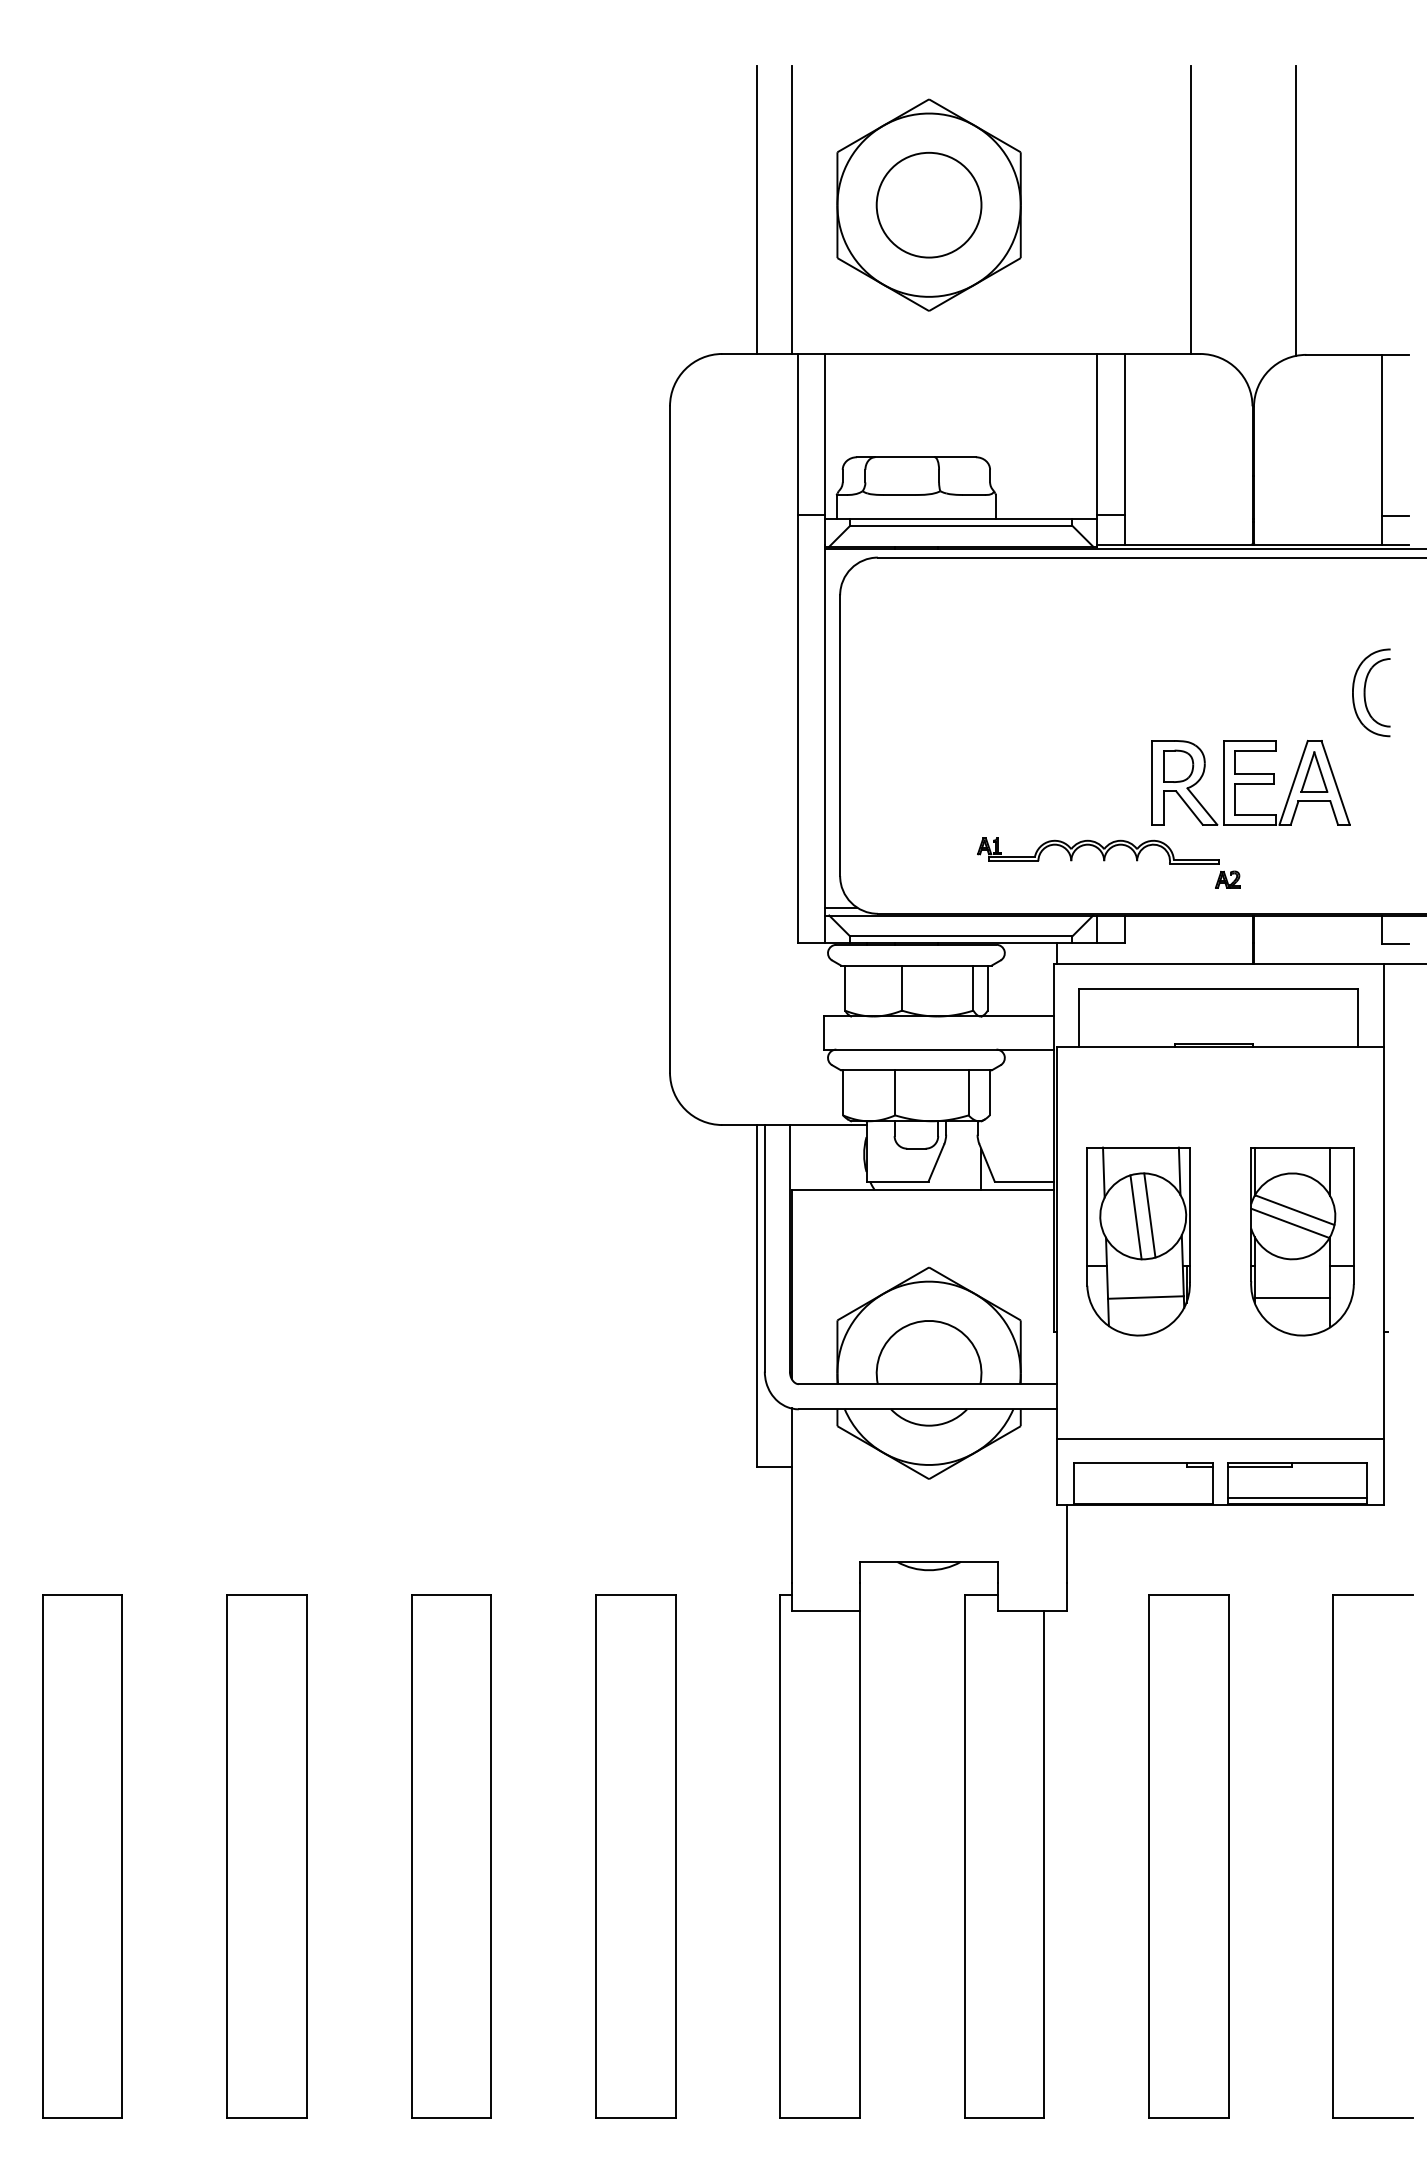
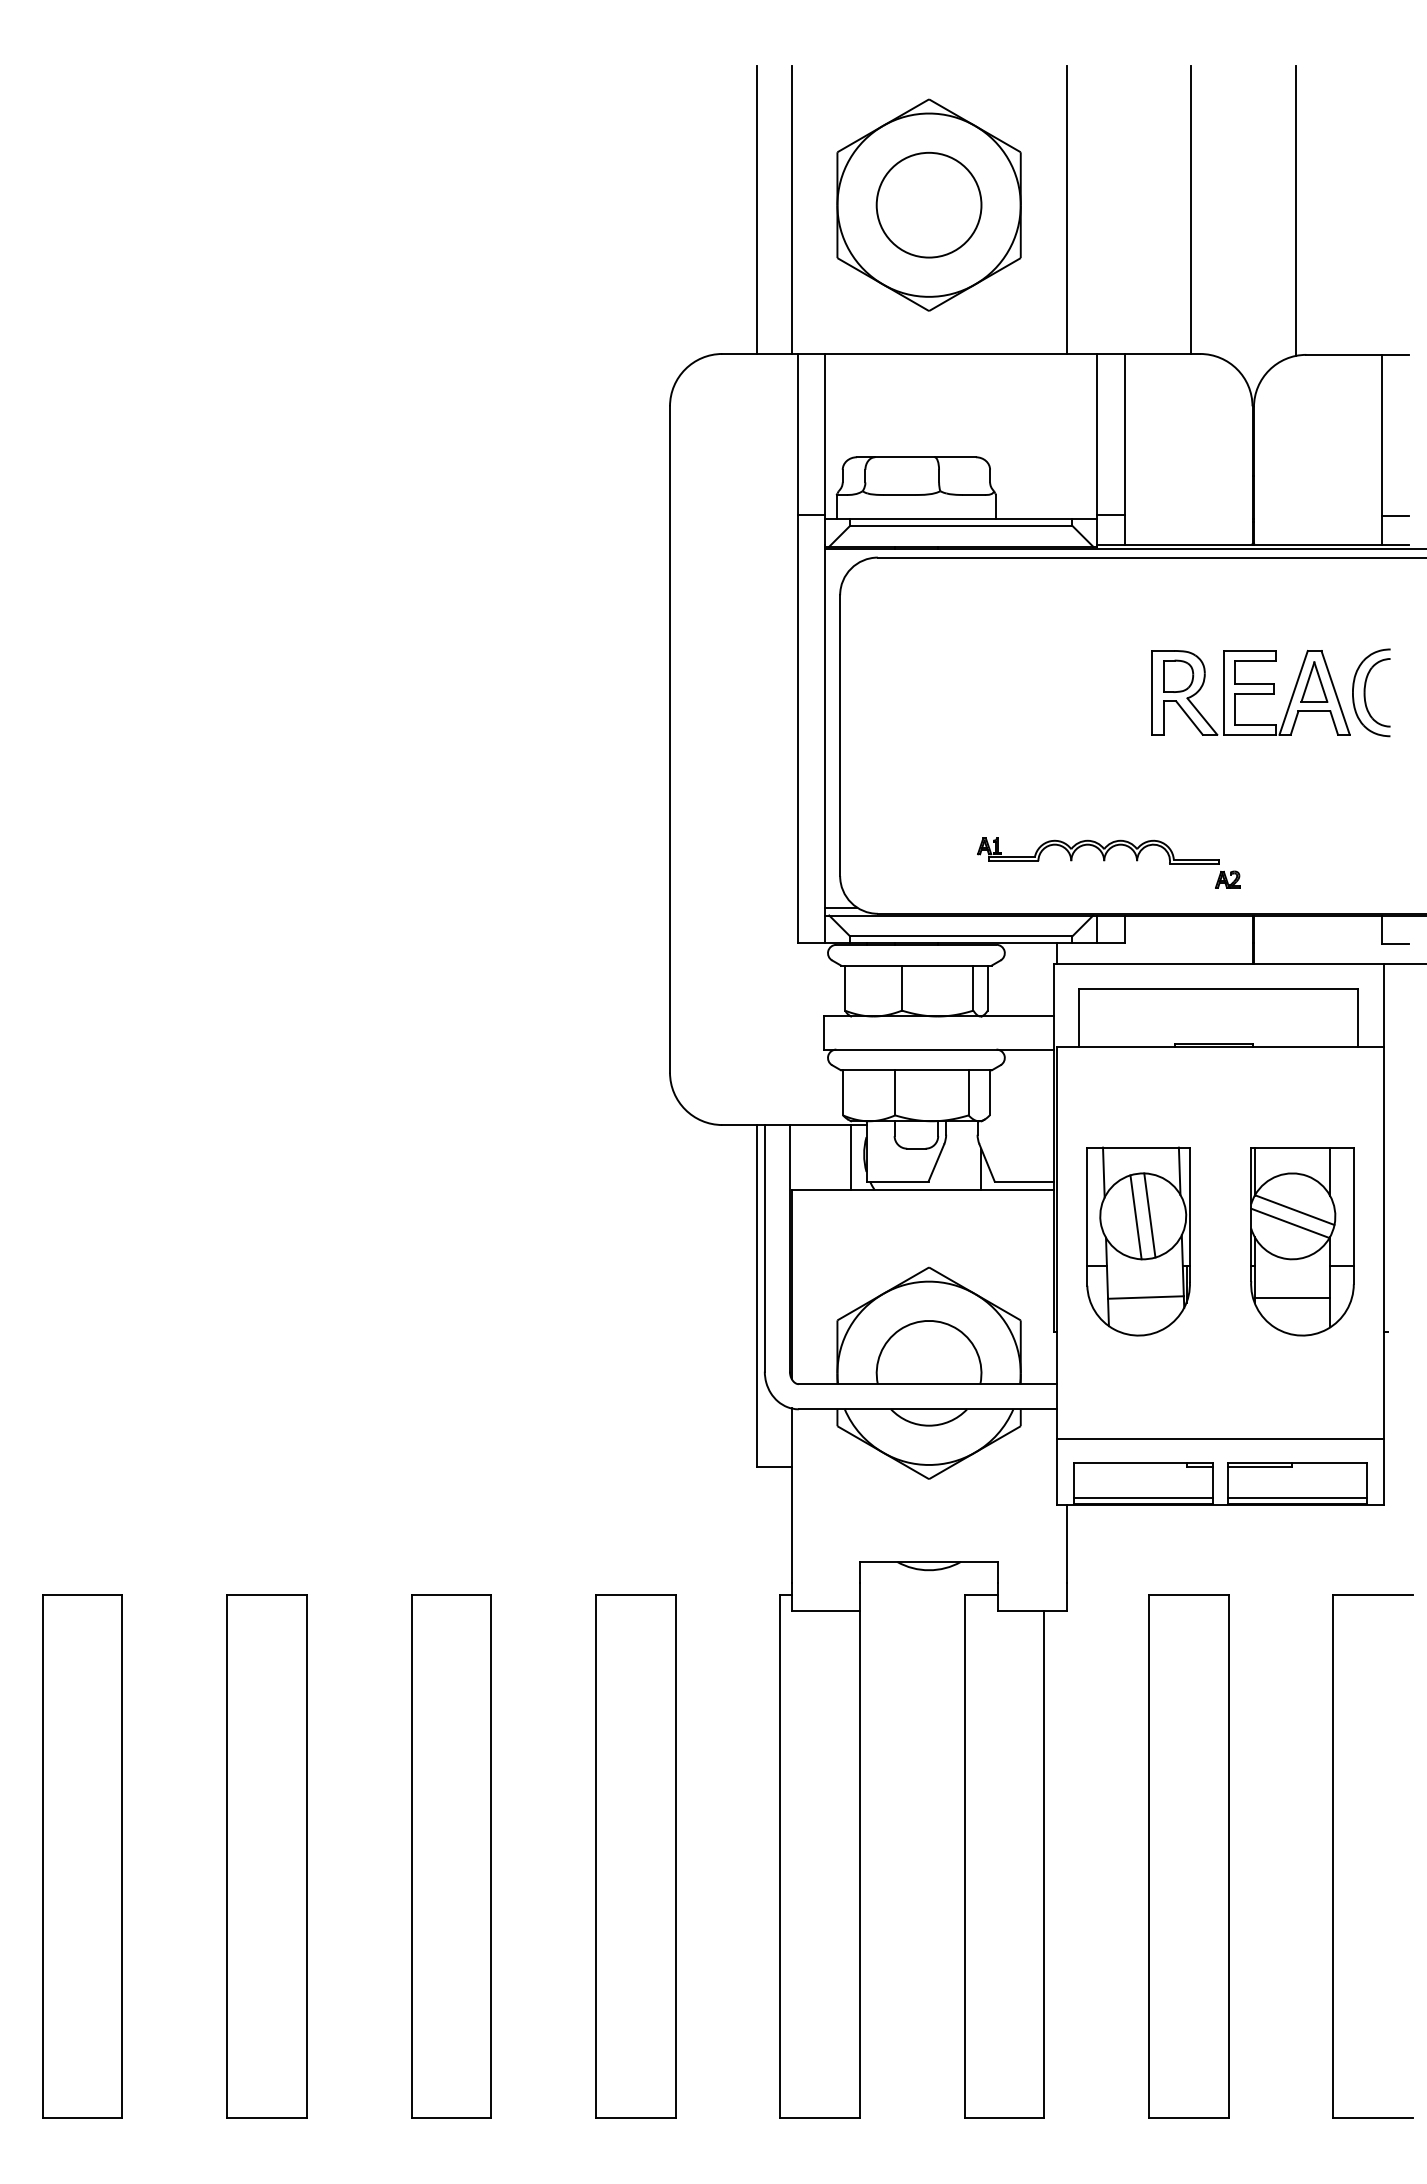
line at (1066, 209): none -> present
part at (1250, 782) position: (1250, 782) -> (1250, 692)
line at (851, 1157): none -> present
line at (1142, 1497): none -> present
